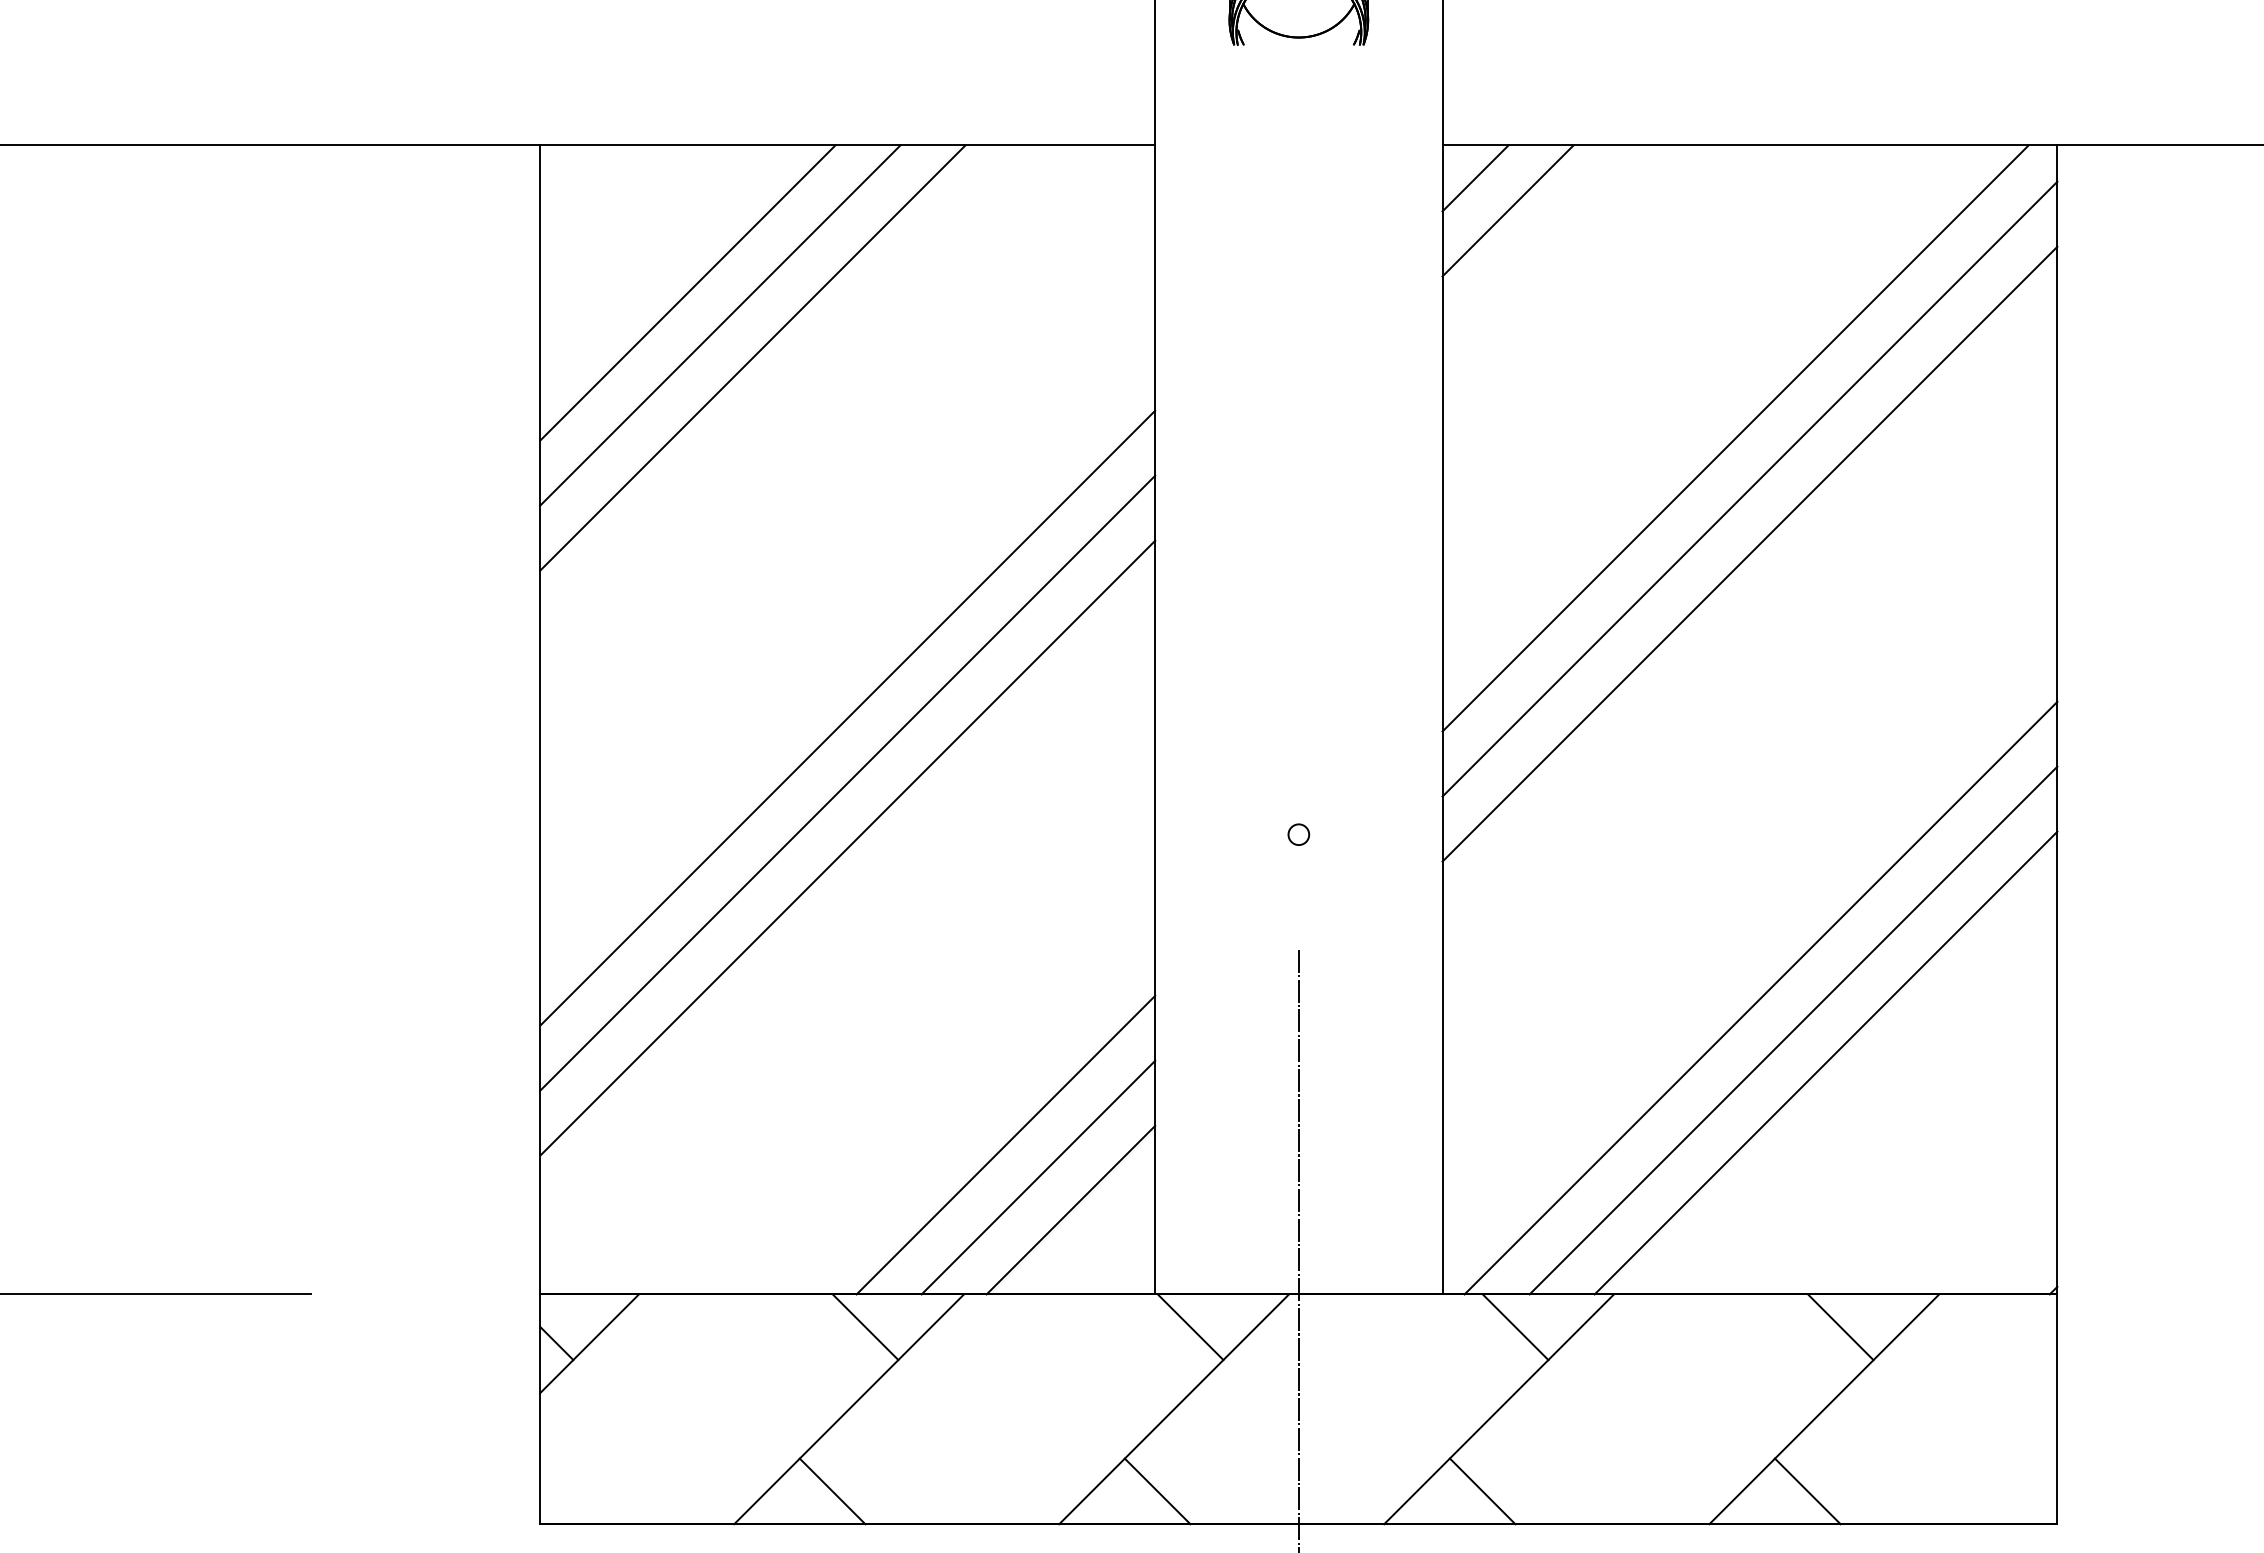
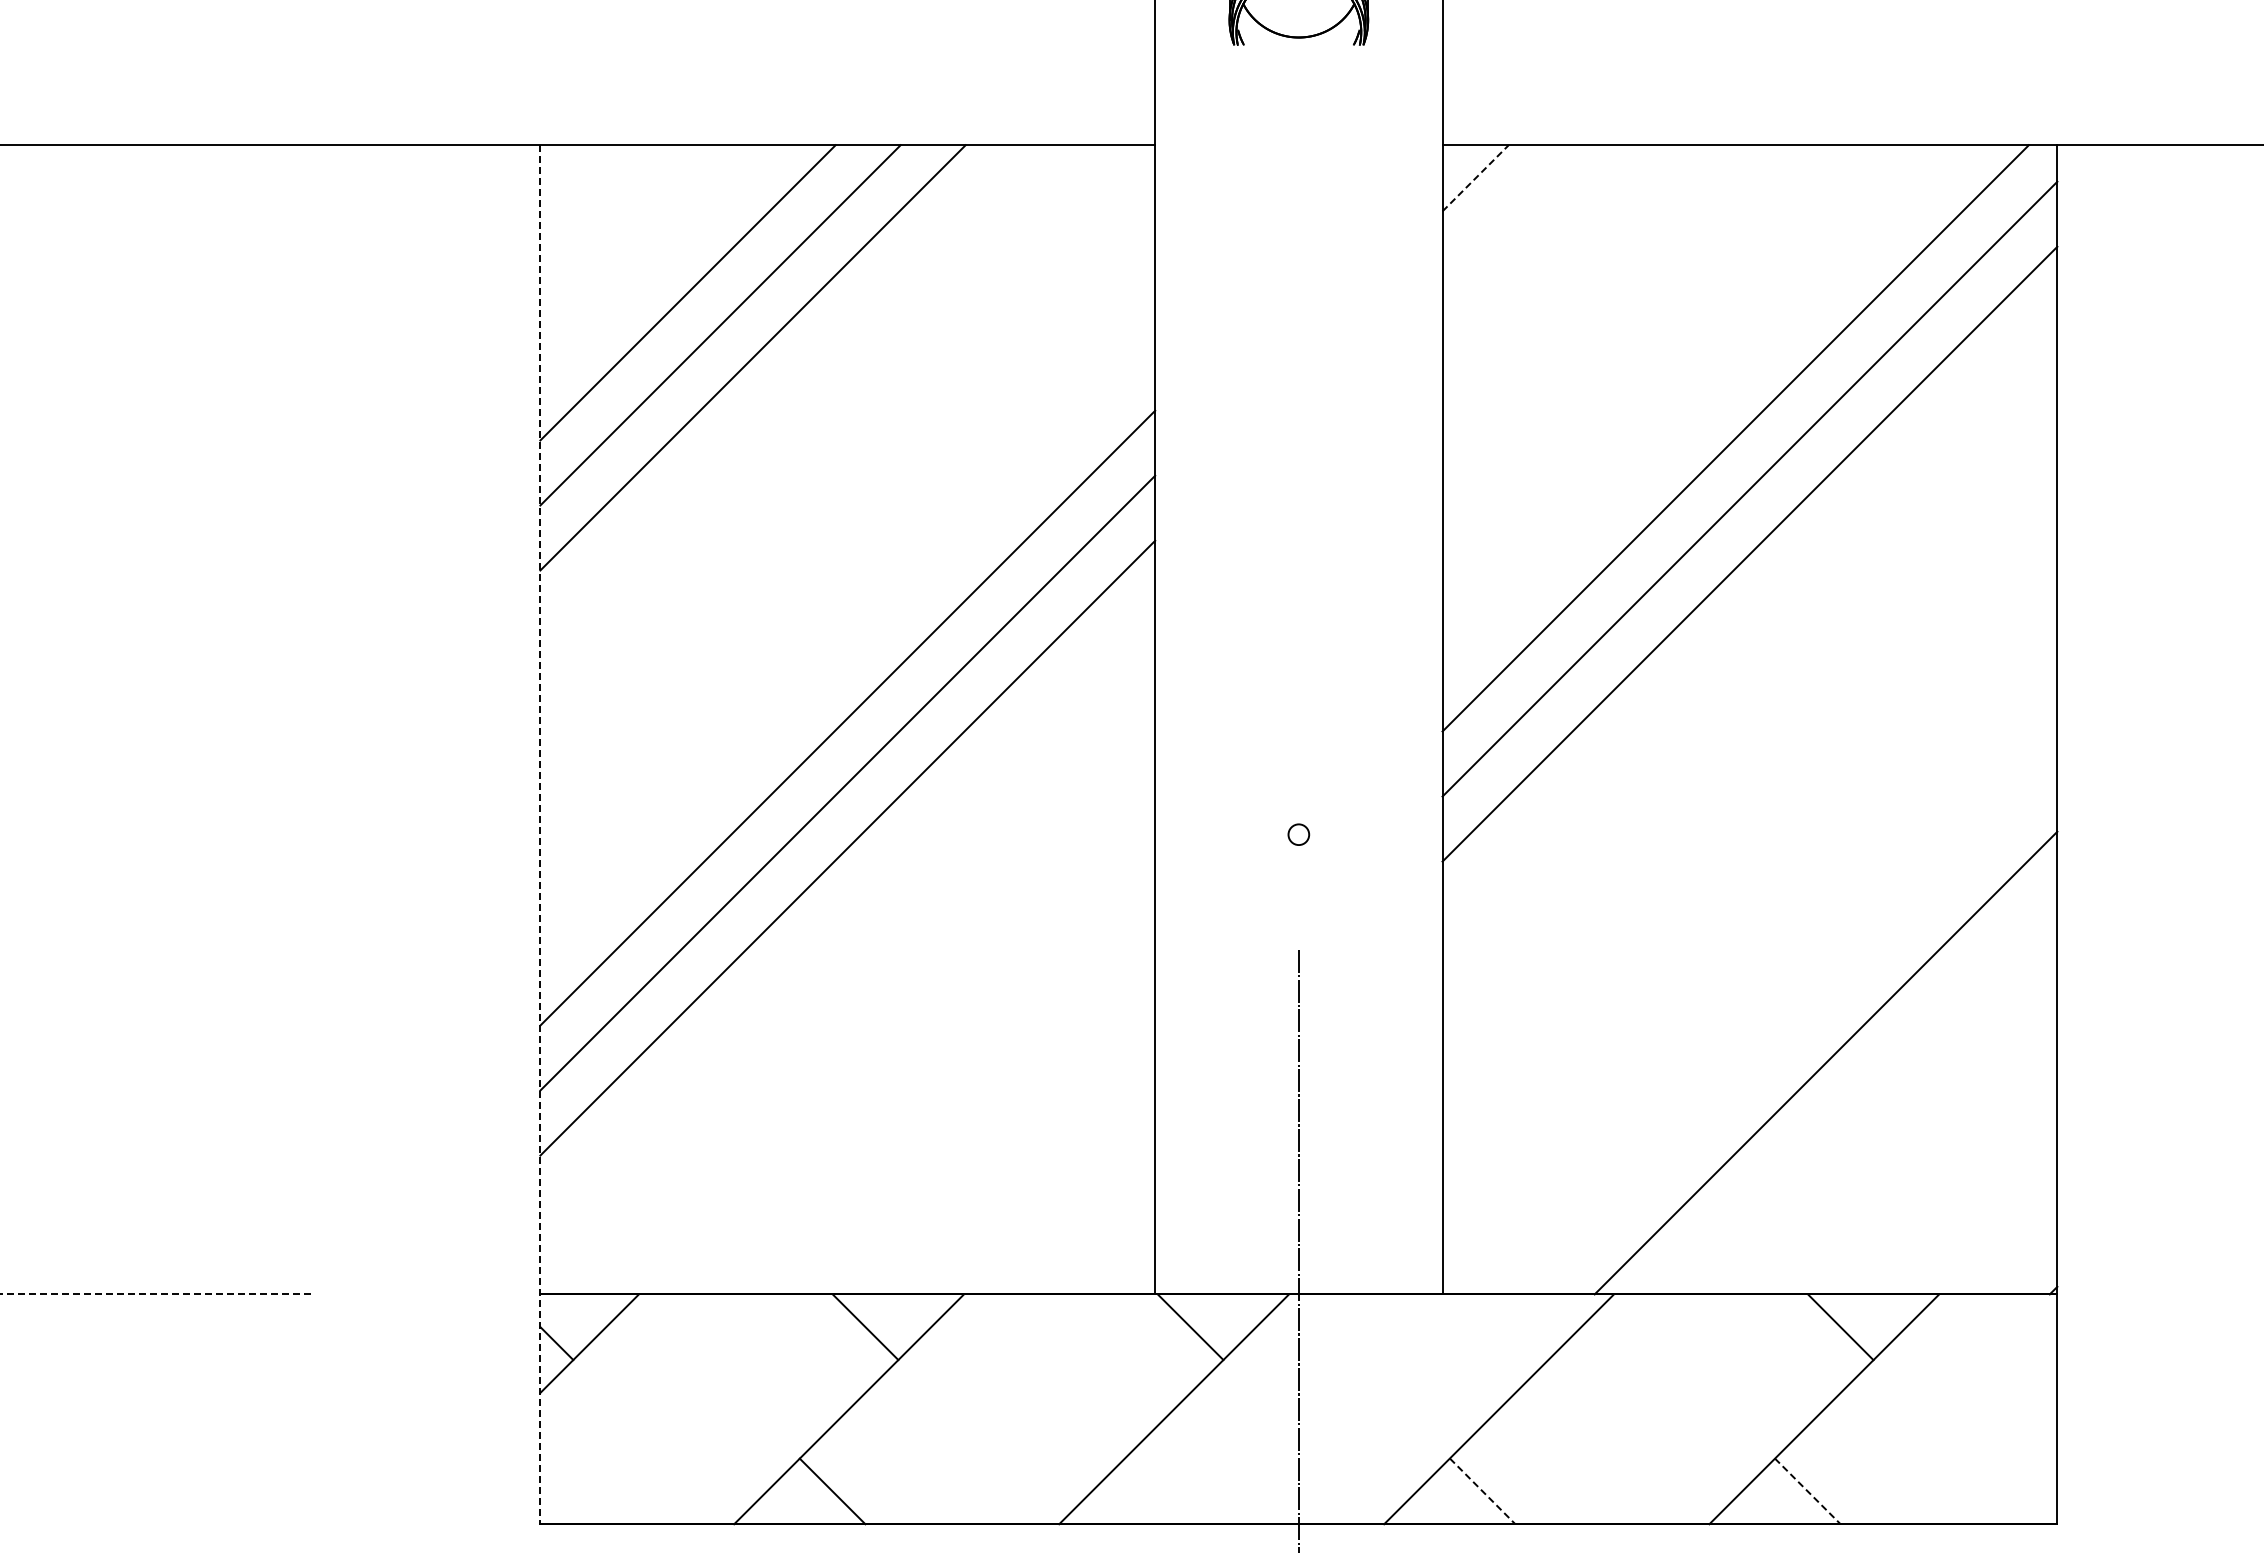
line at (1475, 178): solid -> dashed
line at (1507, 210): present -> none
line at (540, 834): solid -> dashed
line at (1760, 997): present -> none
line at (1793, 1030): present -> none
line at (1005, 1144): present -> none
line at (1038, 1177): present -> none
line at (1070, 1209): present -> none
line at (155, 1294): solid -> dashed
line at (1515, 1327): present -> none
line at (1157, 1491): present -> none
line at (1483, 1491): solid -> dashed
line at (1808, 1491): solid -> dashed
